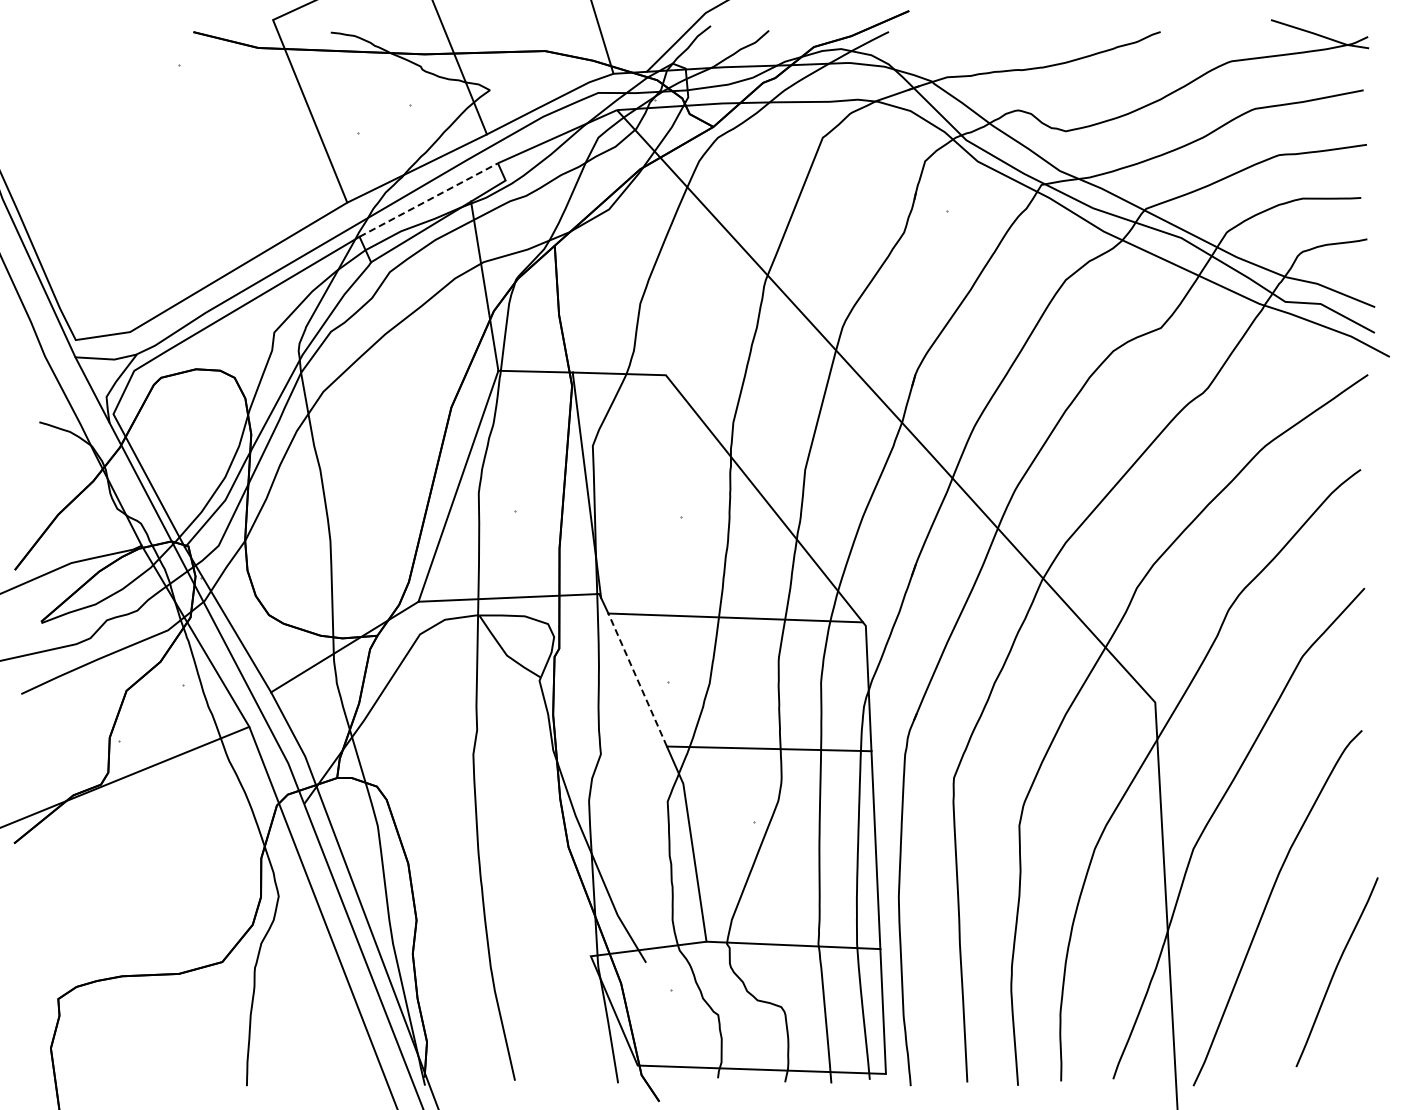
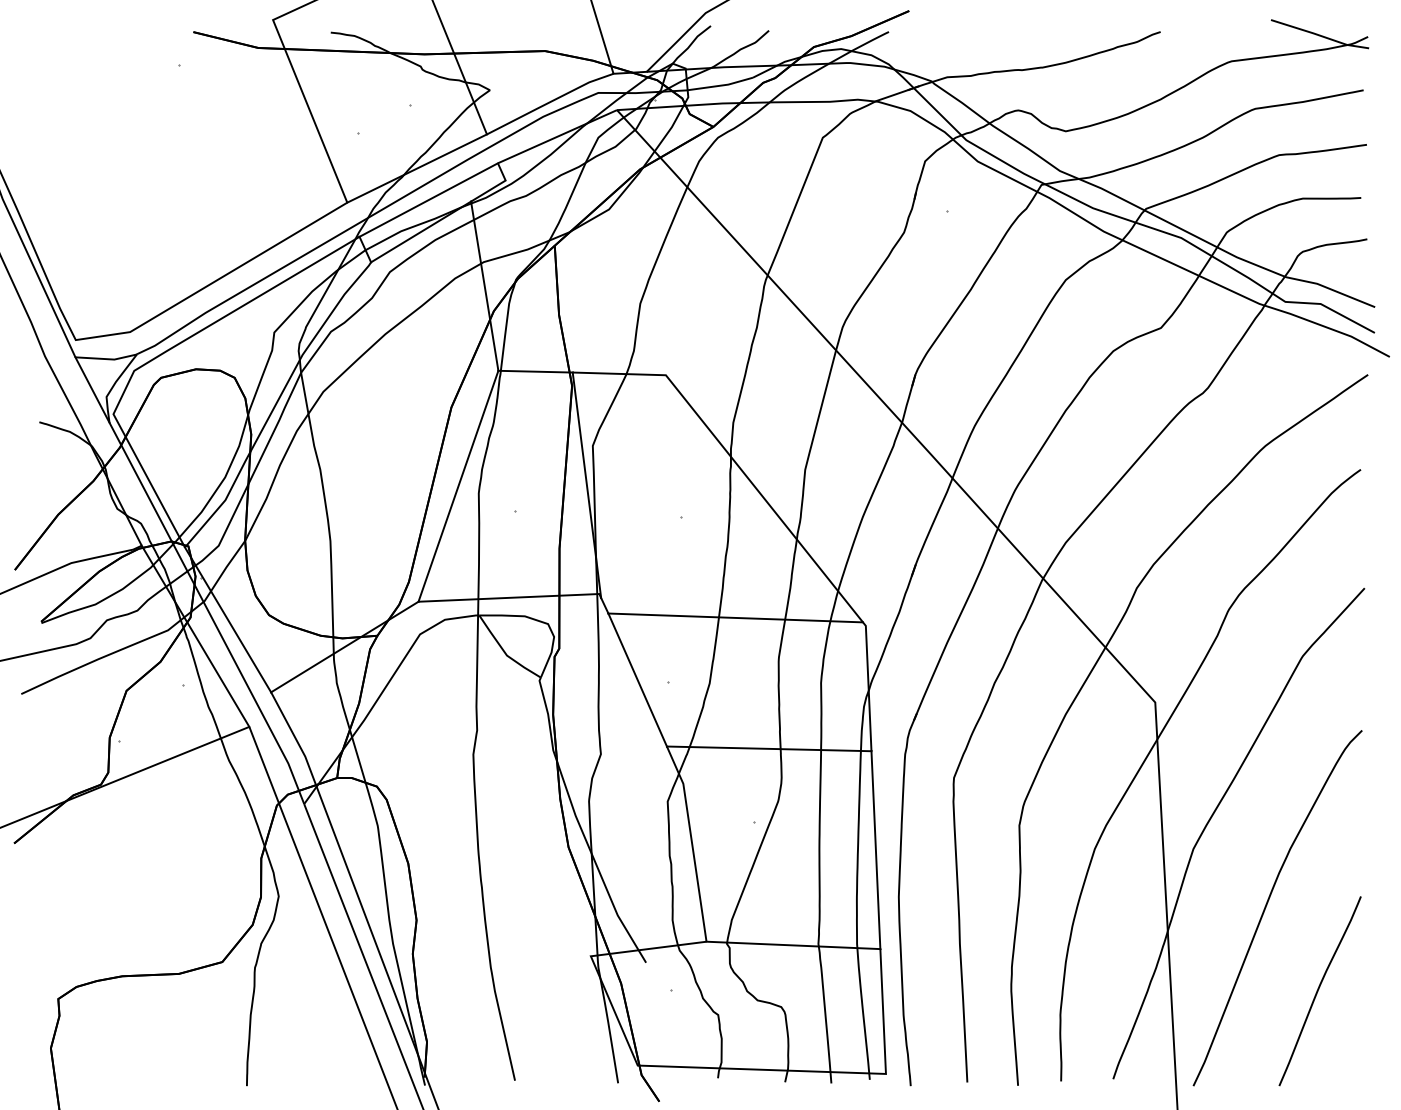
line at (429, 199): dashed -> solid
line at (637, 680): dashed -> solid
curve at (1335, 972) position: (1335, 972) -> (1318, 991)
